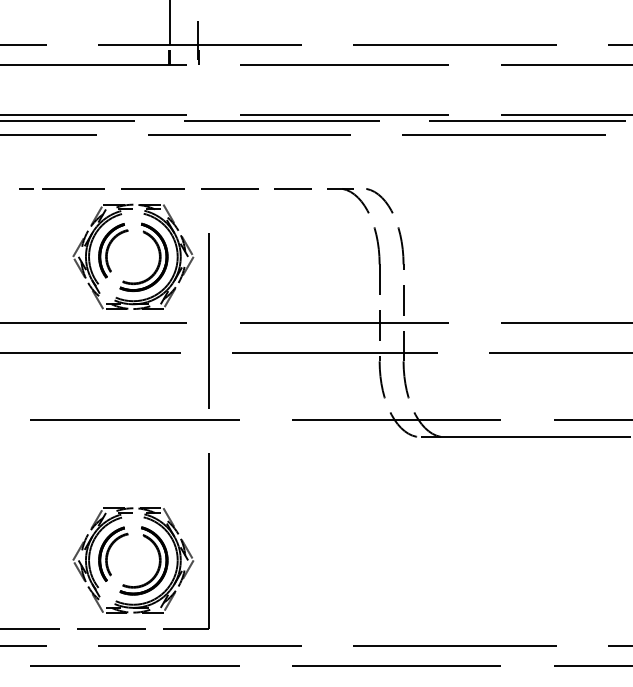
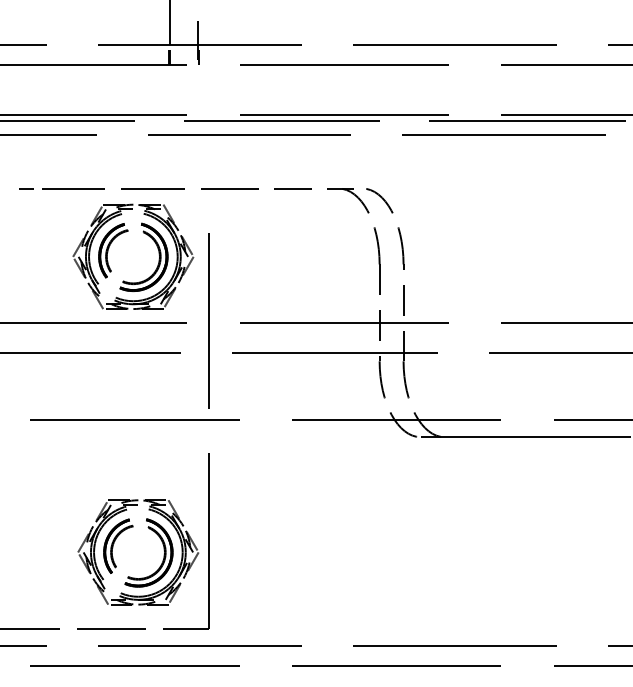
part at (158, 558) position: (158, 558) -> (163, 550)
